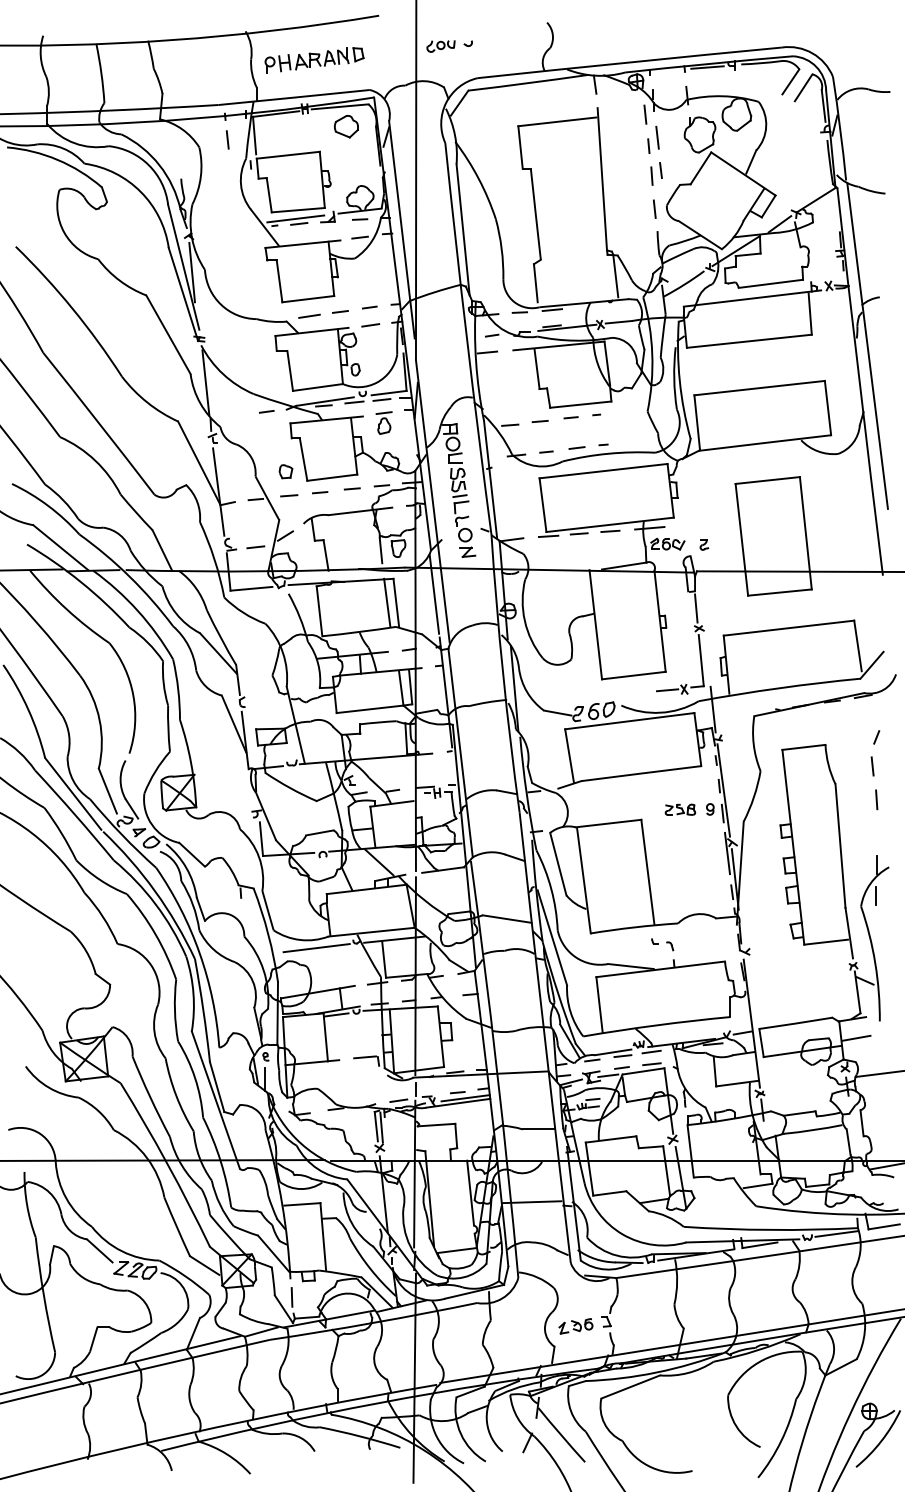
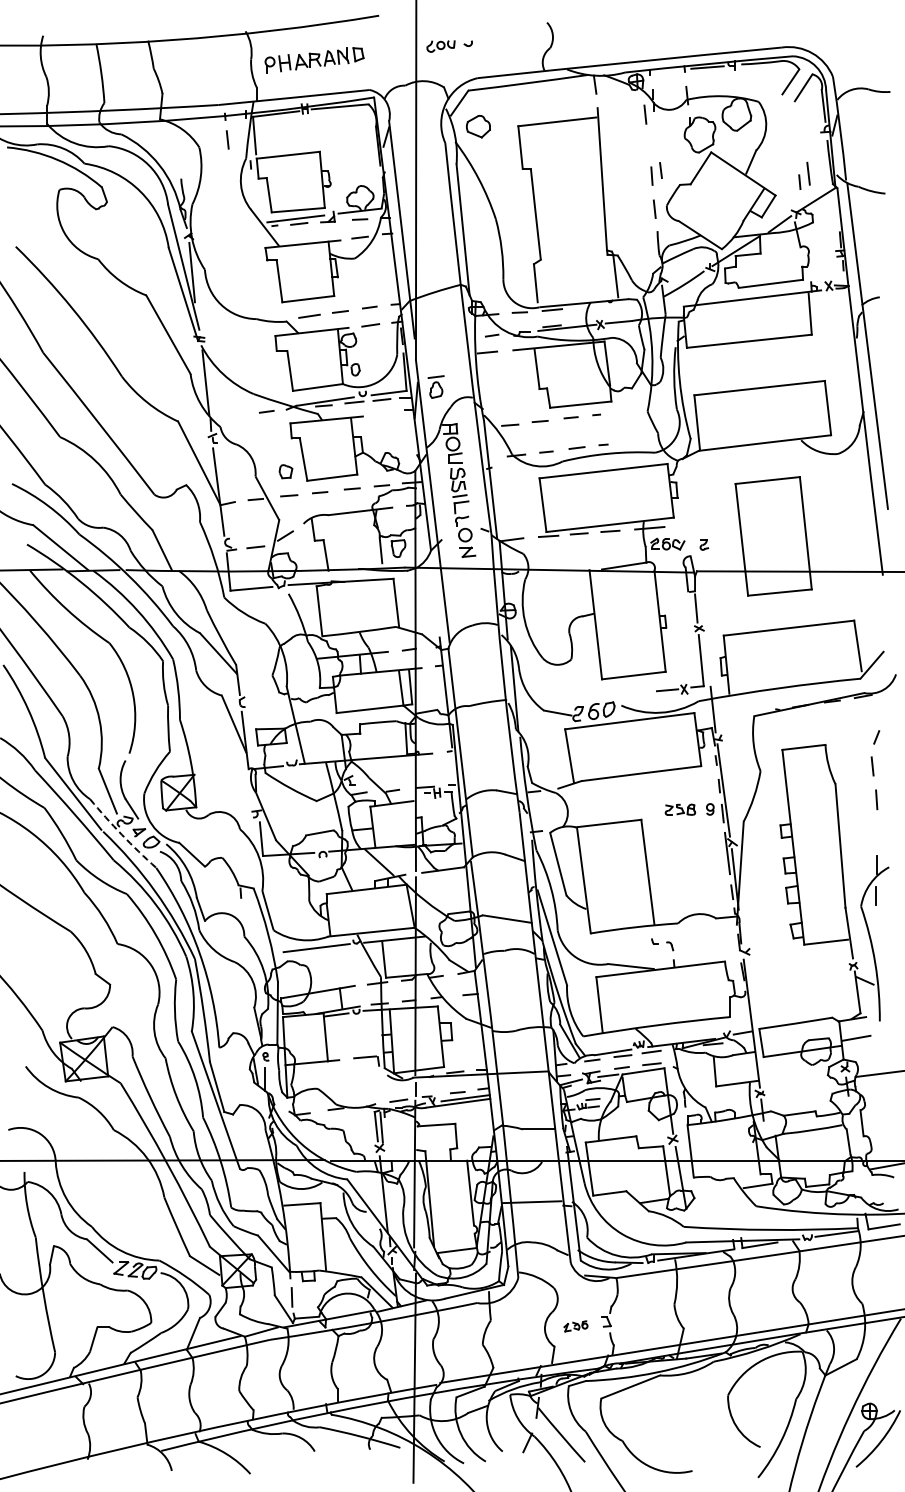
part at (346, 126) position: (346, 126) -> (478, 126)
part at (653, 139) position: (653, 139) -> (804, 175)
part at (383, 422) position: (383, 422) -> (435, 386)
line at (434, 594): present -> none
line at (387, 602): present -> none
arc at (121, 834): solid -> dashed
part at (575, 1326) size: 36x17 px -> 26x13 px
